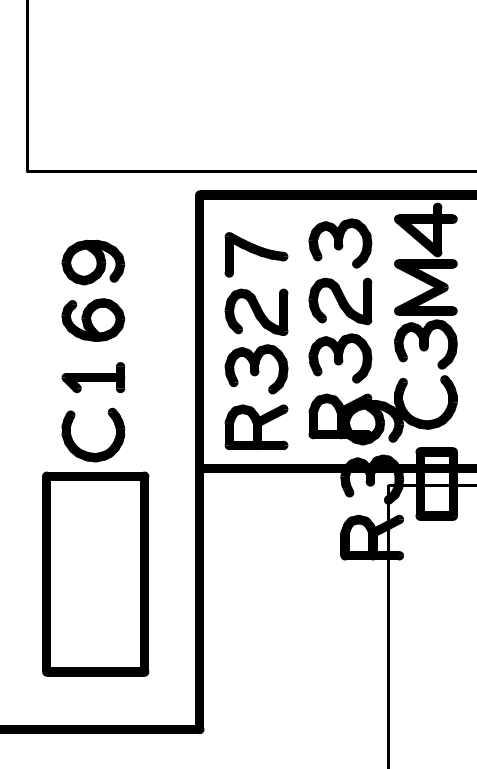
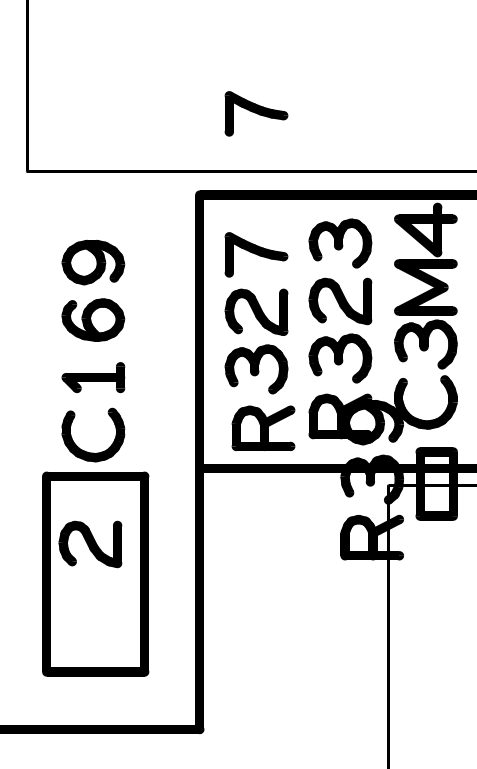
part at (256, 113): none -> present
part at (256, 426) position: (256, 426) -> (263, 427)
part at (90, 544): none -> present
